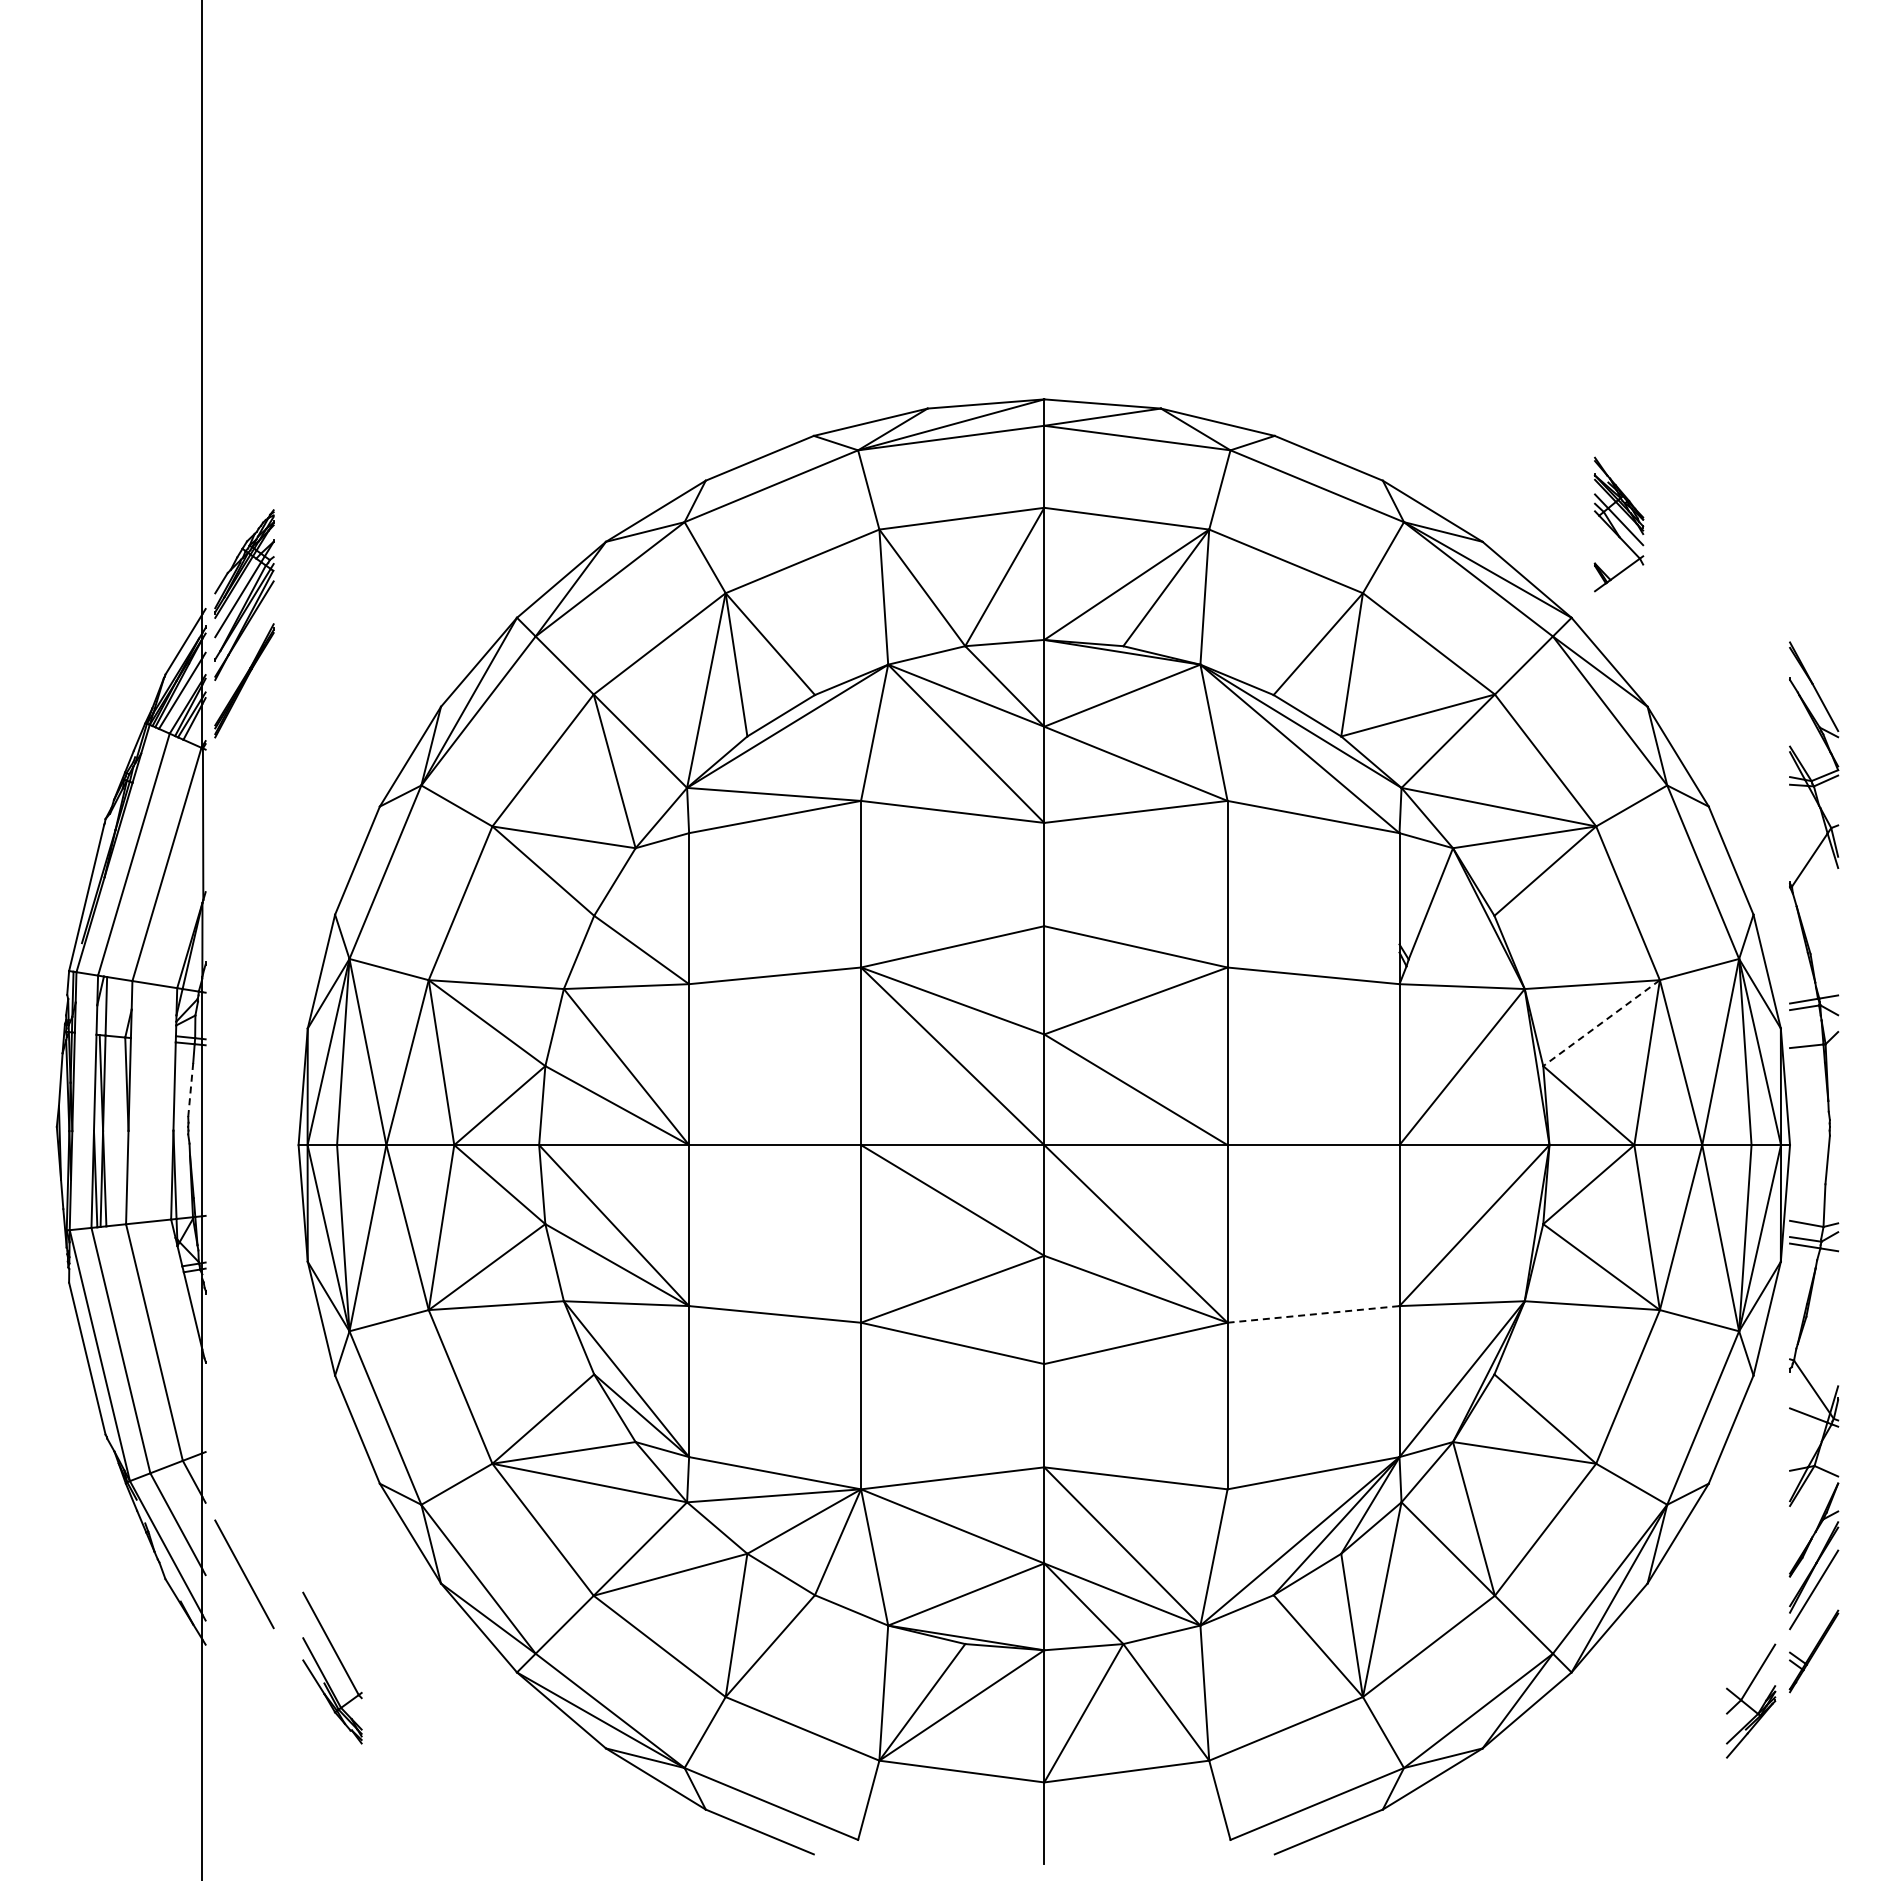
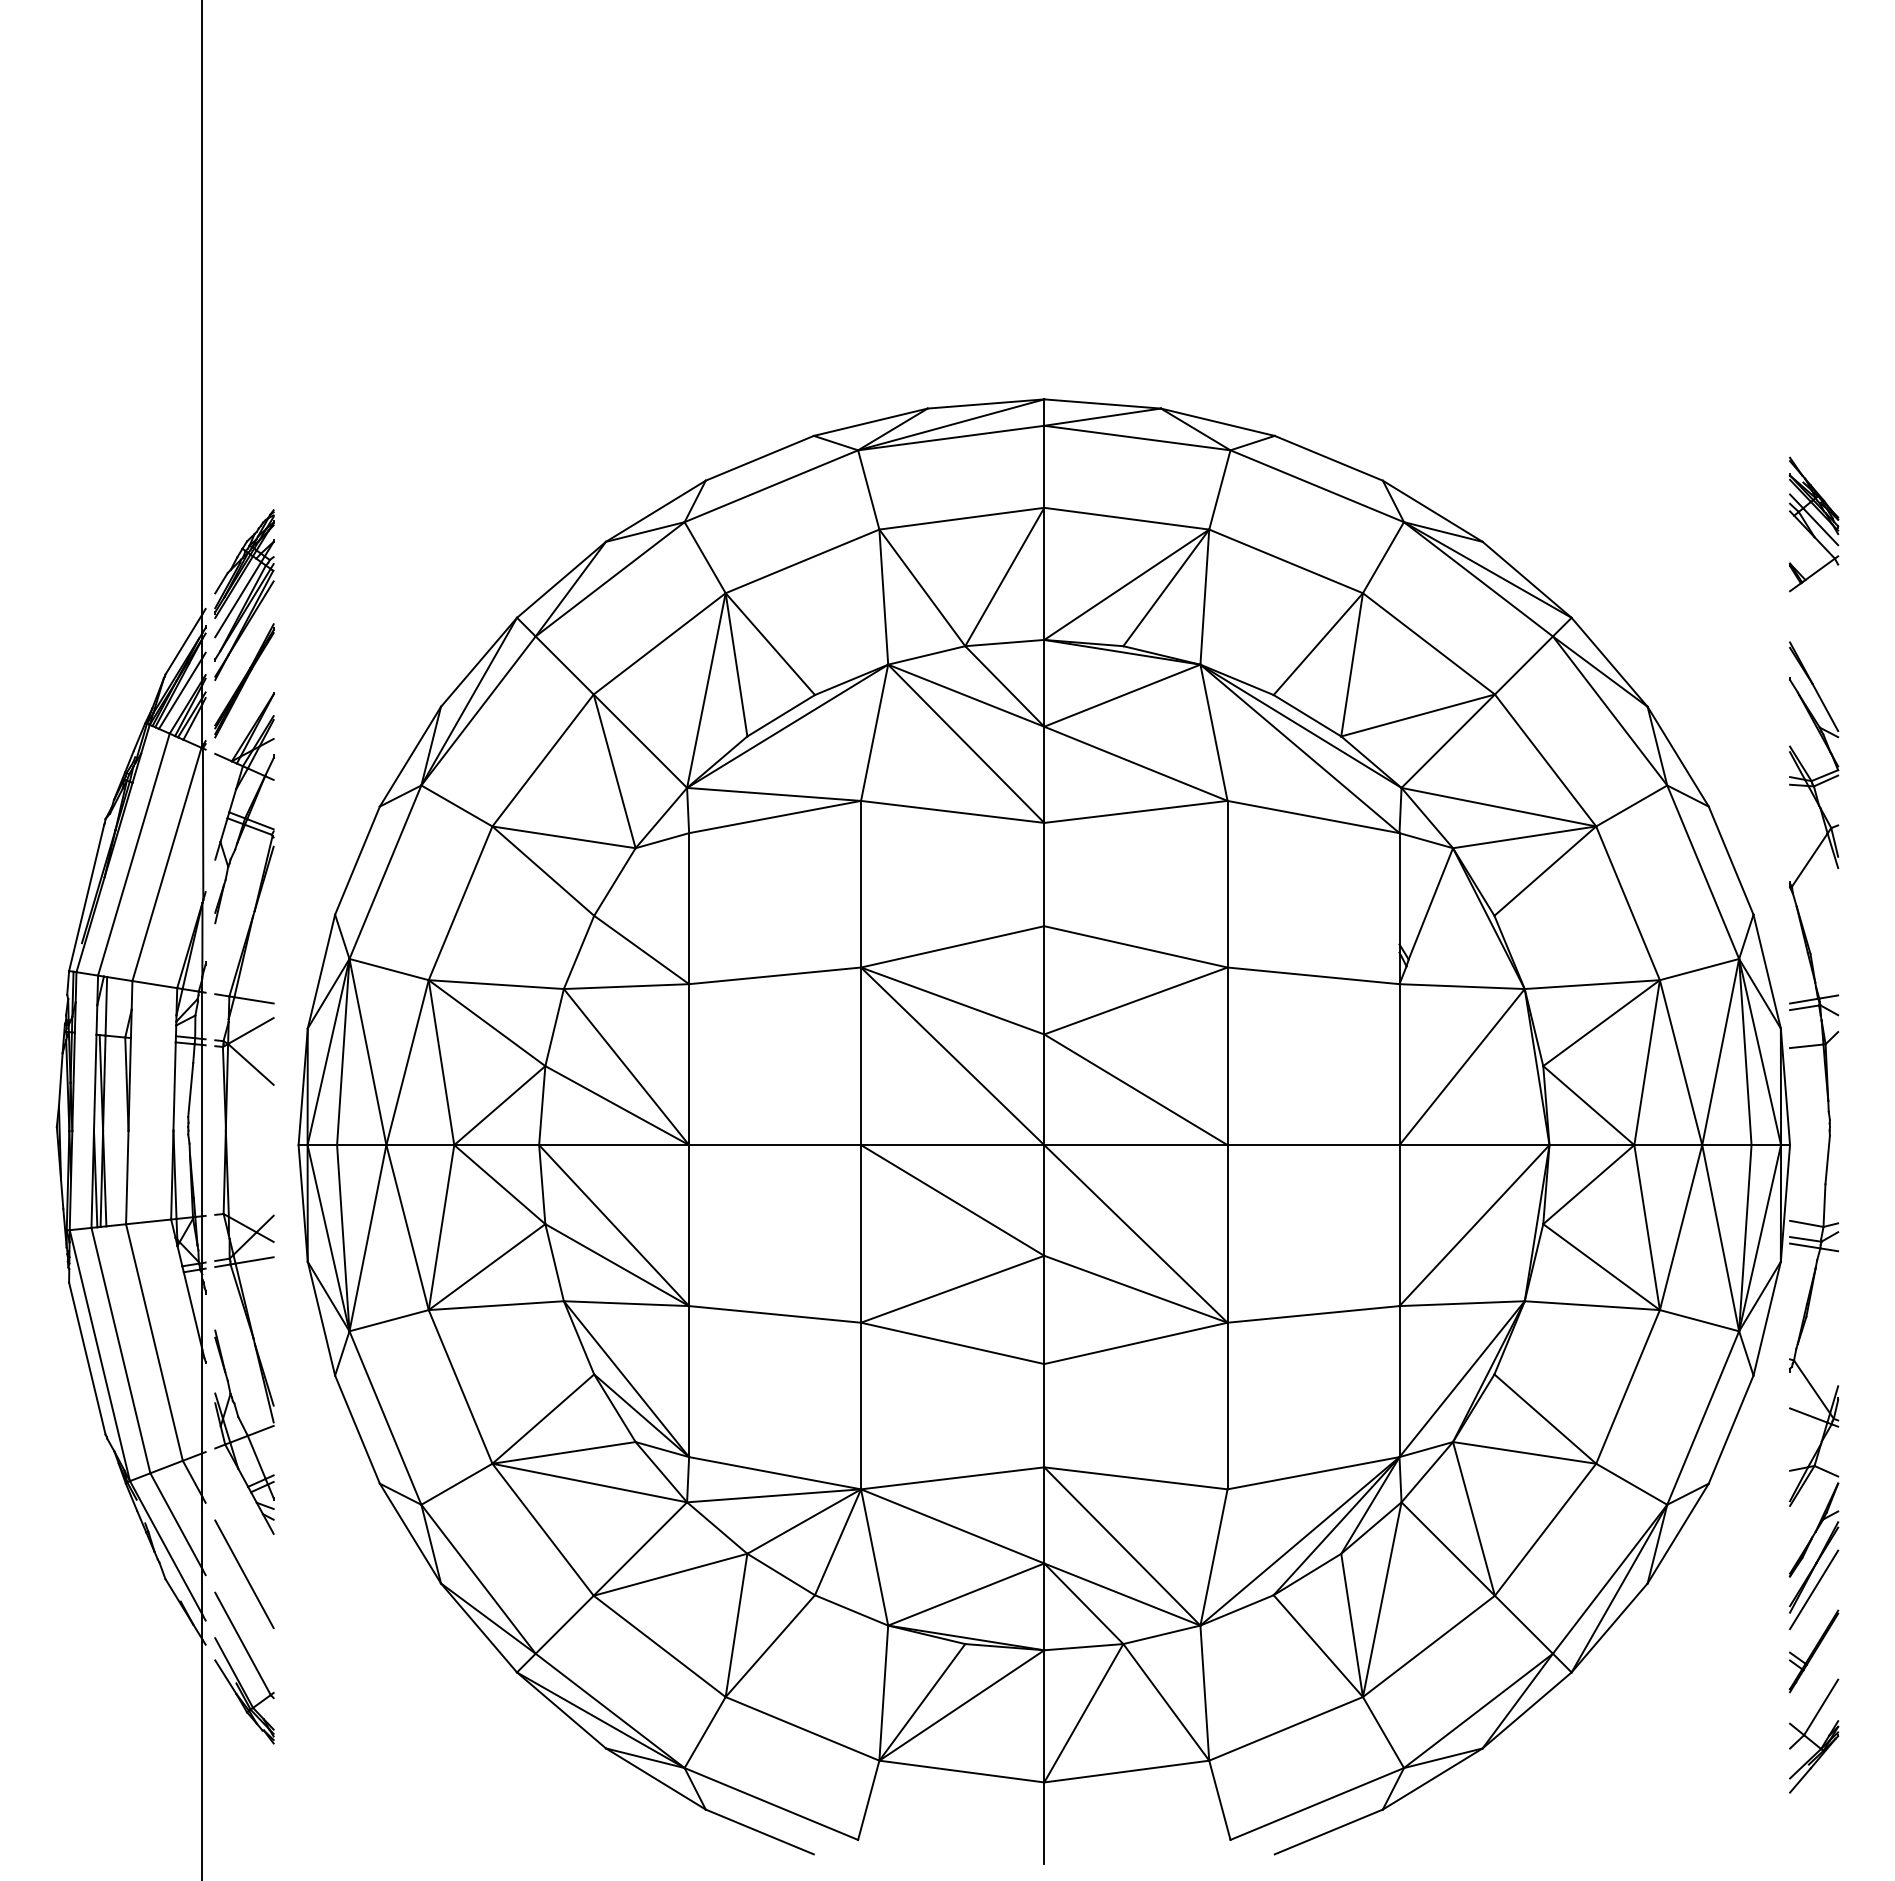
part at (1618, 524) position: (1618, 524) -> (1813, 524)
line at (1601, 1023): dashed -> solid
line at (190, 1090): dashed -> solid
part at (227, 1113): none -> present
line at (1314, 1314): dashed -> solid
part at (340, 1663) position: (340, 1663) -> (252, 1663)
part at (1751, 1700) position: (1751, 1700) -> (1814, 1735)
